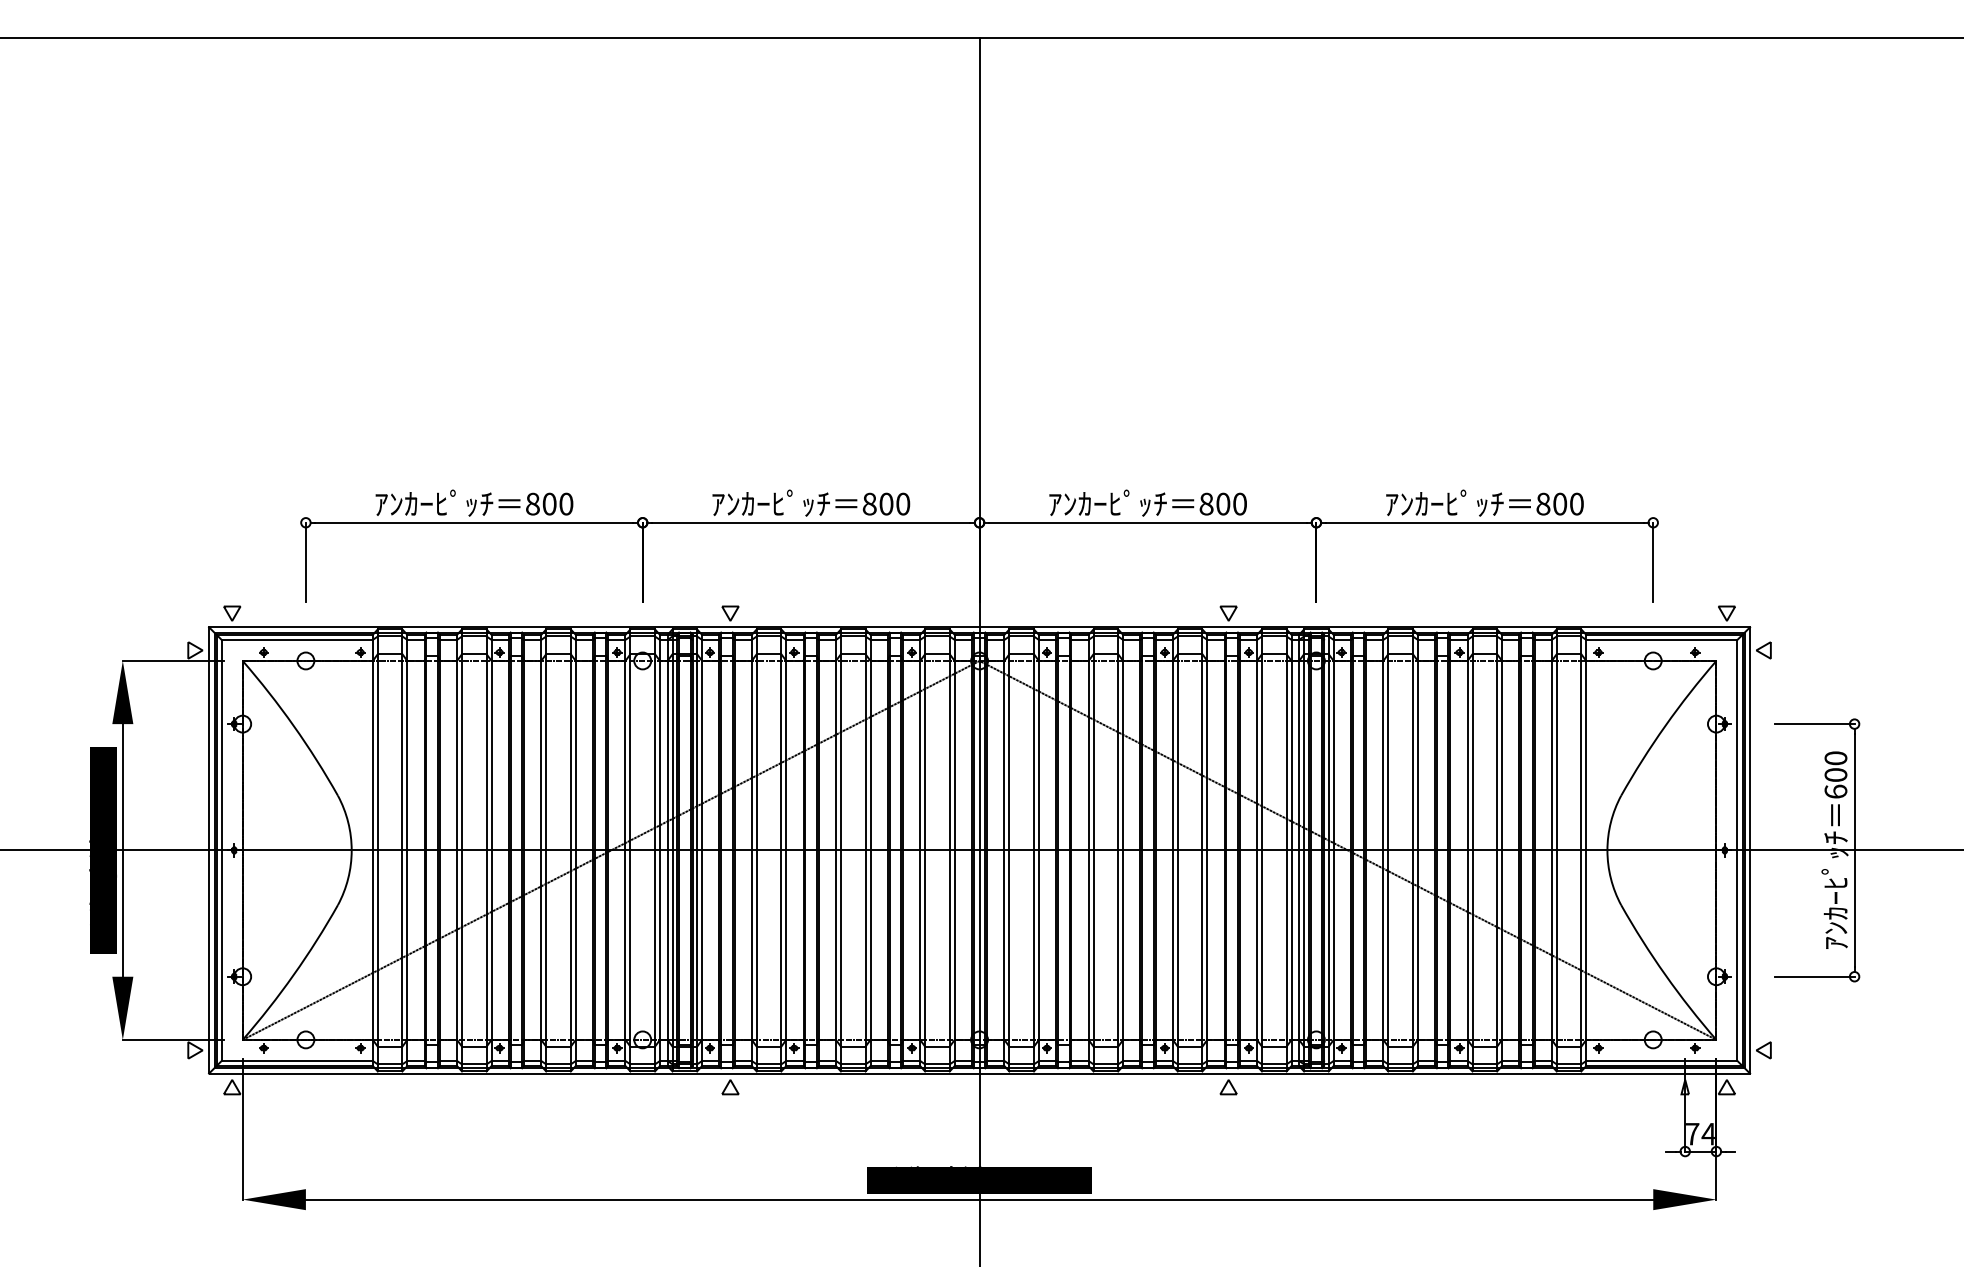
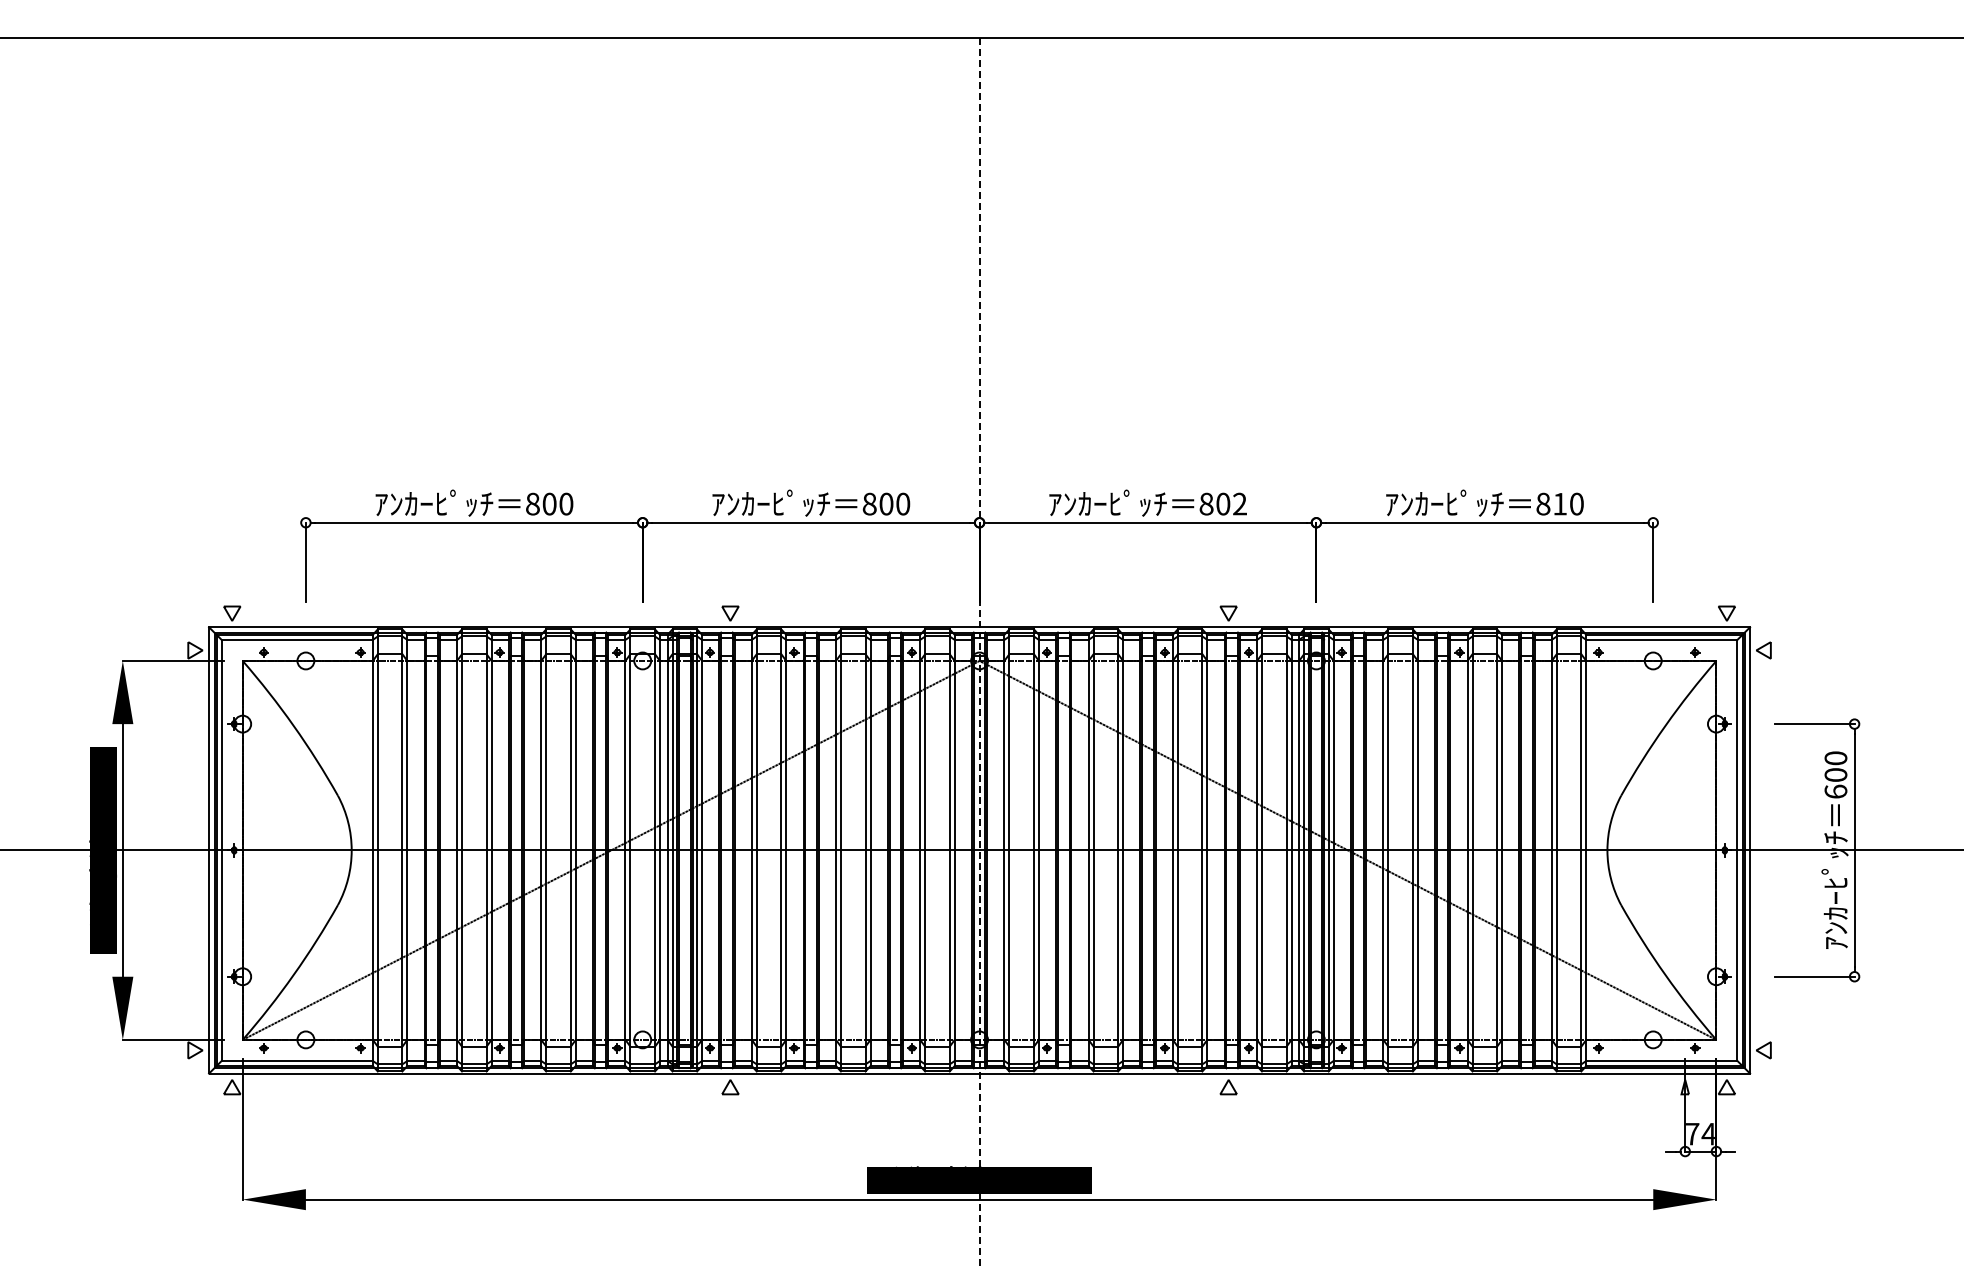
text at (1239, 503): 800 -> 802
text at (1560, 503): 800 -> 810
line at (979, 652): solid -> dashed
